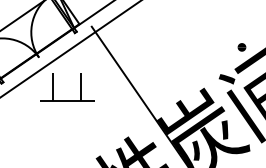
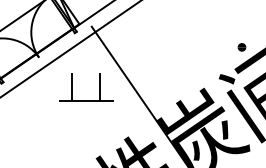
part at (80, 87) position: (80, 87) -> (99, 87)
